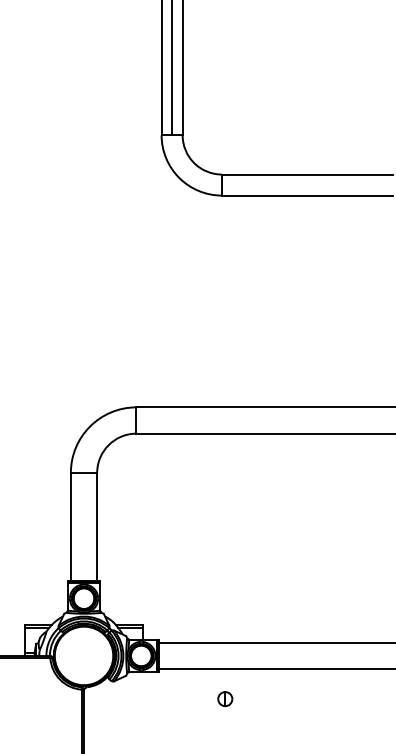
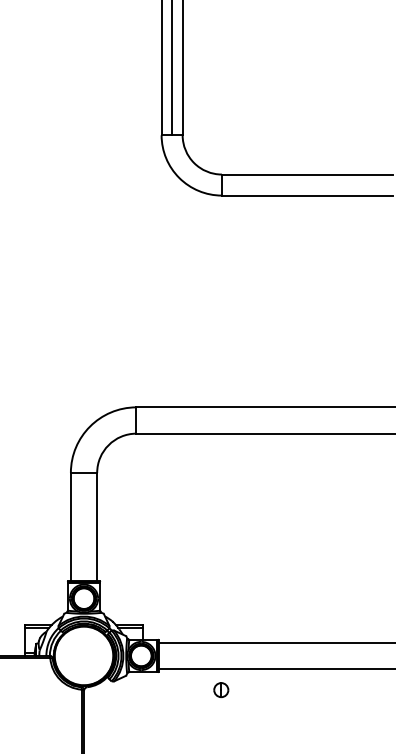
part at (225, 699) position: (225, 699) -> (221, 690)
